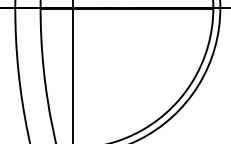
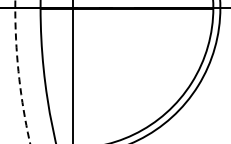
circle at (22, 71): solid -> dashed
